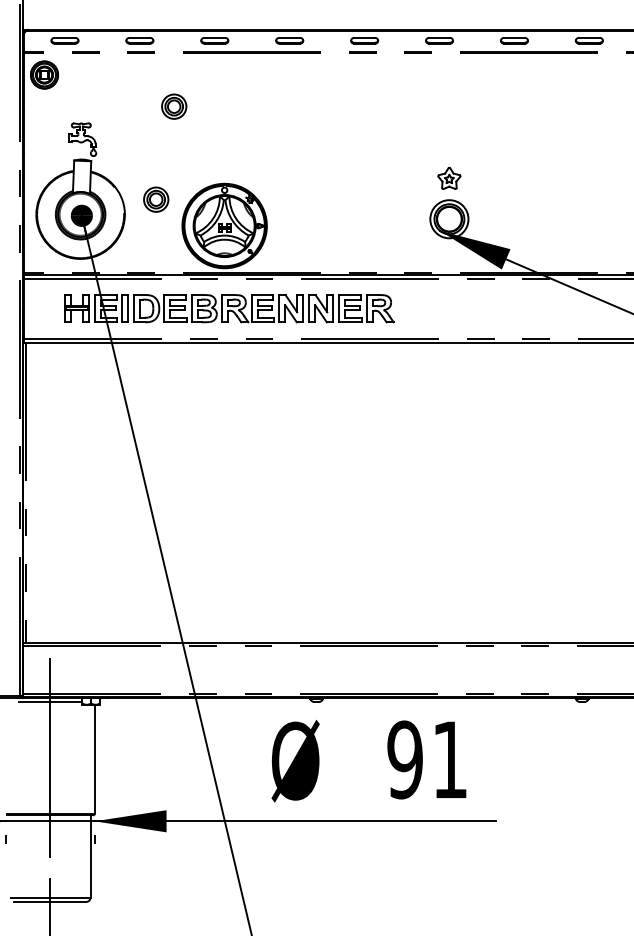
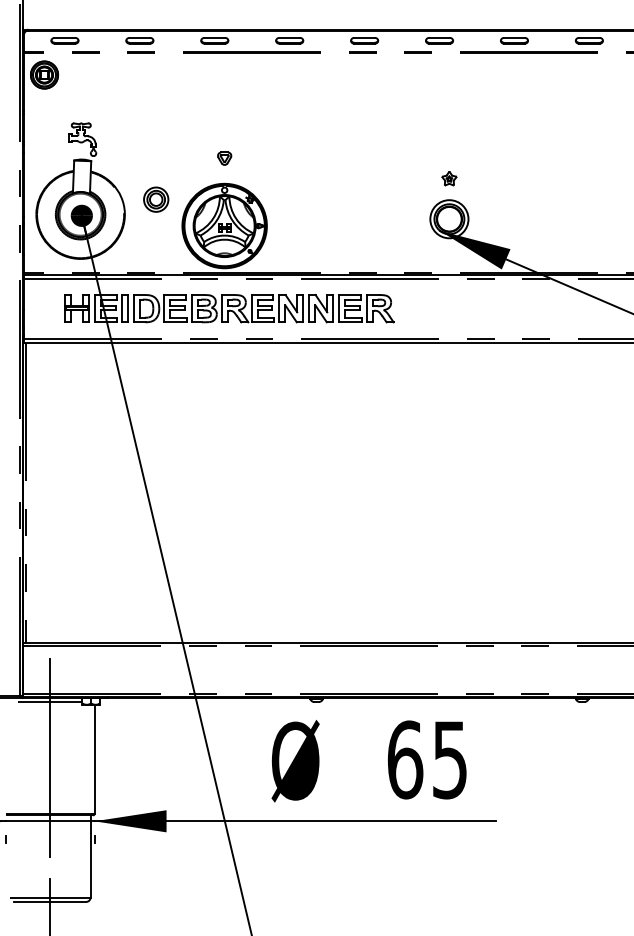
part at (174, 106): present -> none
part at (224, 158): none -> present
part at (449, 178) size: 25x23 px -> 17x16 px
text at (426, 759): 91 -> 65
